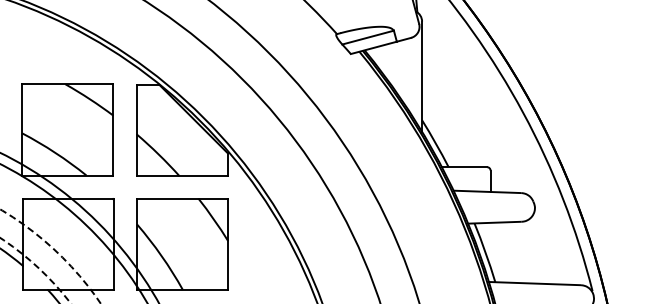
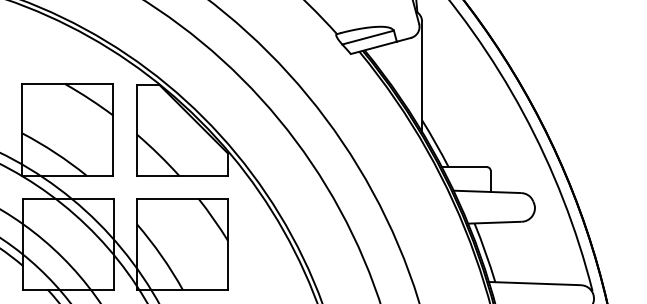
arc at (55, 250): dashed -> solid
arc at (39, 268): dashed -> solid
